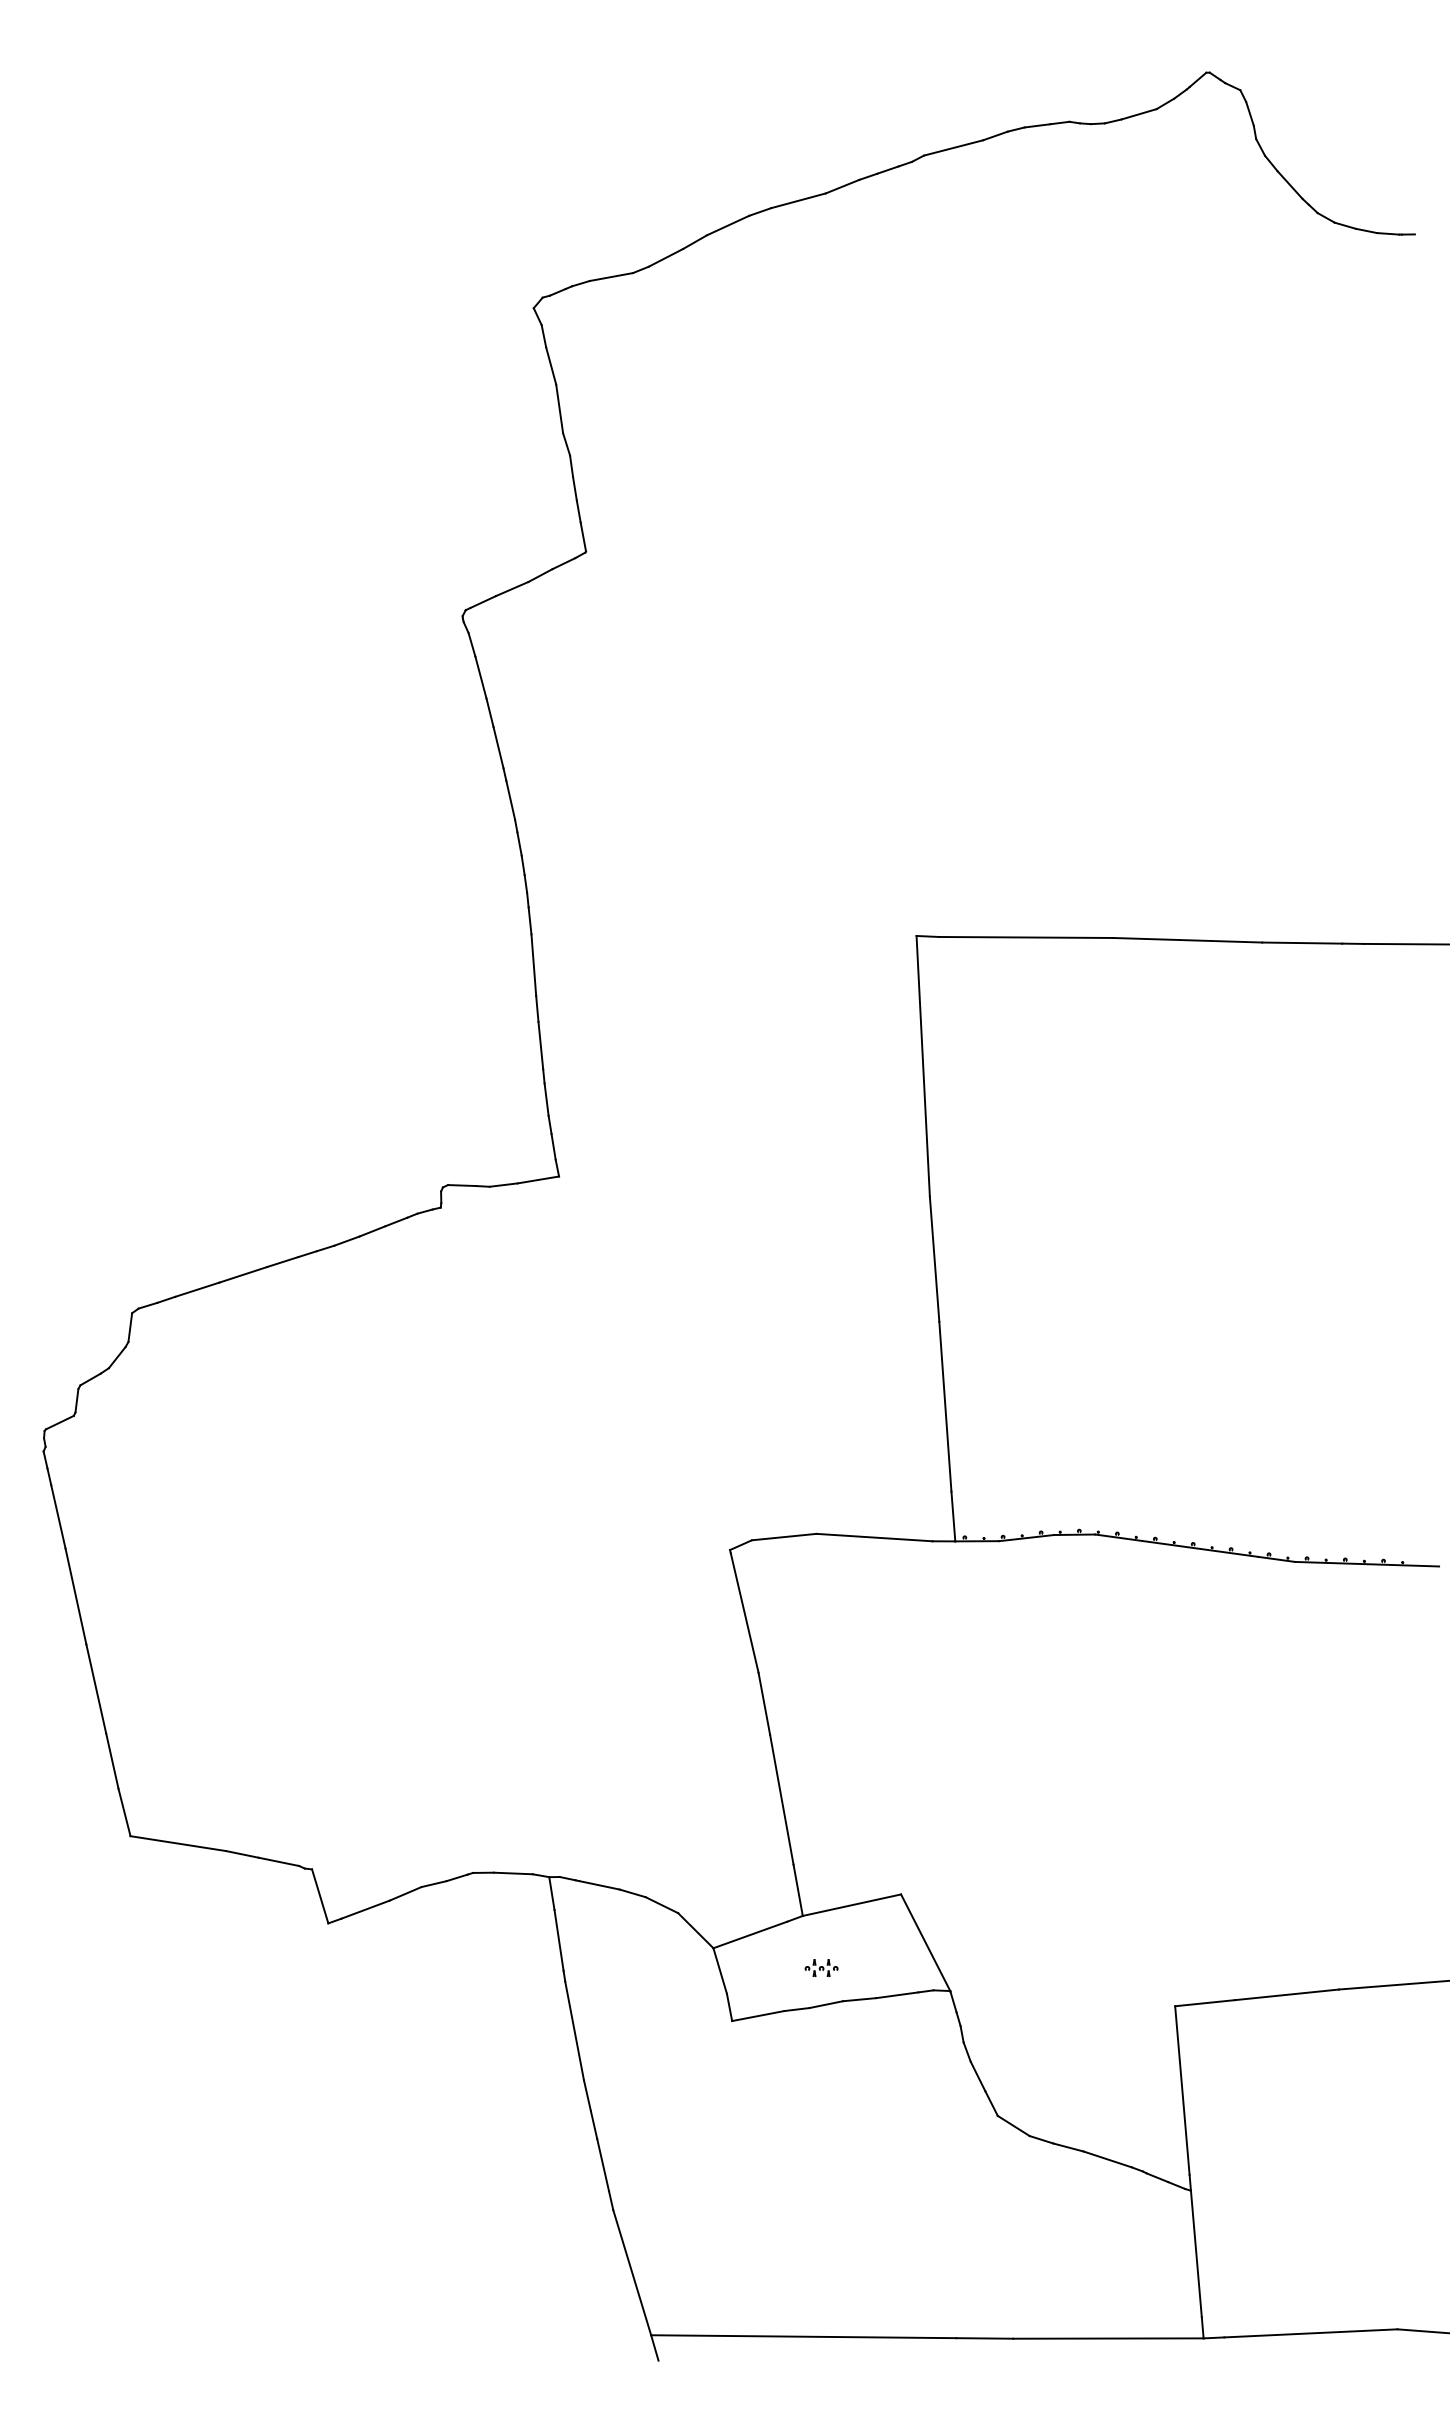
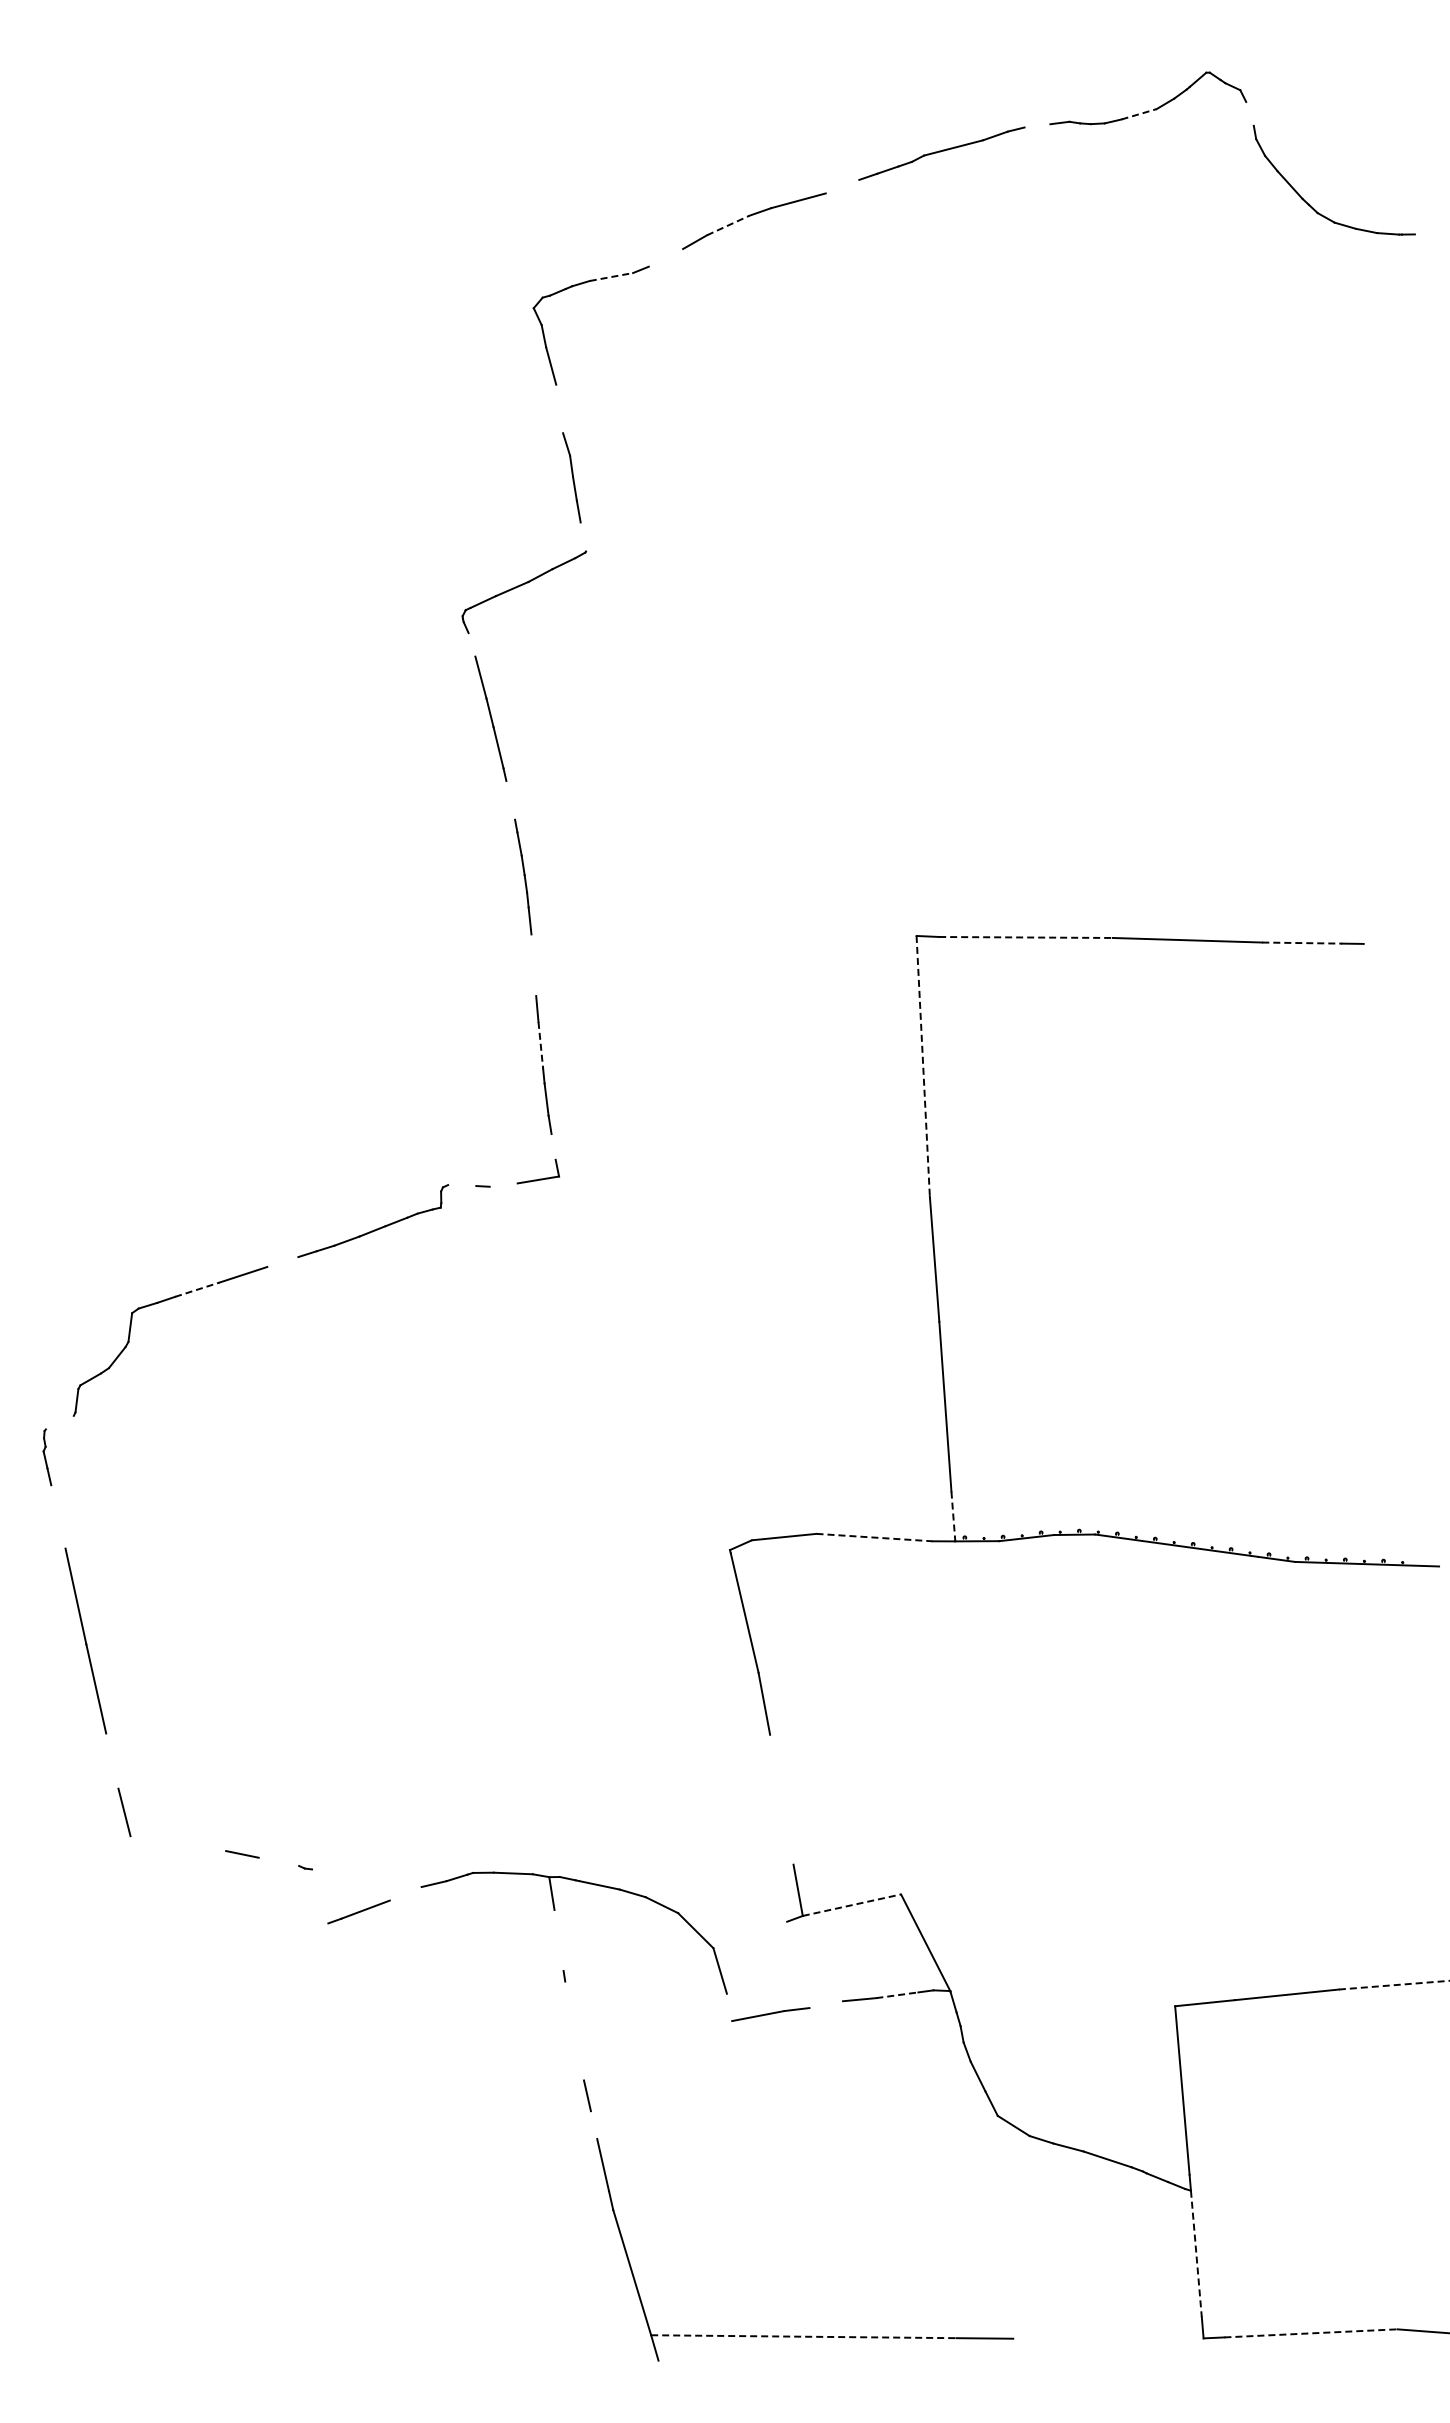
line at (1249, 113): present -> none
line at (1139, 114): solid -> dashed
line at (1037, 125): present -> none
line at (842, 186): present -> none
line at (728, 225): solid -> dashed
line at (665, 257): present -> none
line at (611, 276): solid -> dashed
line at (559, 408): present -> none
line at (583, 536): present -> none
line at (471, 644): present -> none
line at (510, 799): present -> none
line at (1026, 937): solid -> dashed
line at (1302, 943): solid -> dashed
line at (1404, 943): present -> none
line at (533, 965): present -> none
line at (540, 1045): solid -> dashed
line at (923, 1066): solid -> dashed
line at (553, 1146): present -> none
line at (503, 1184): present -> none
line at (462, 1185): present -> none
line at (282, 1261): present -> none
line at (197, 1289): solid -> dashed
line at (59, 1422): present -> none
line at (58, 1516): present -> none
line at (953, 1516): solid -> dashed
line at (875, 1537): solid -> dashed
line at (112, 1760): present -> none
line at (781, 1799): present -> none
line at (178, 1843): present -> none
line at (278, 1861): present -> none
line at (405, 1893): present -> none
line at (320, 1896): present -> none
line at (852, 1905): solid -> dashed
line at (750, 1934): present -> none
line at (558, 1940): present -> none
part at (821, 1968): present -> none
line at (1394, 1985): solid -> dashed
line at (897, 1995): solid -> dashed
line at (825, 2004): present -> none
line at (729, 2007): present -> none
line at (574, 2030): present -> none
line at (593, 2125): present -> none
line at (1196, 2254): solid -> dashed
line at (1310, 2333): solid -> dashed
line at (803, 2336): solid -> dashed
line at (1108, 2338): present -> none
